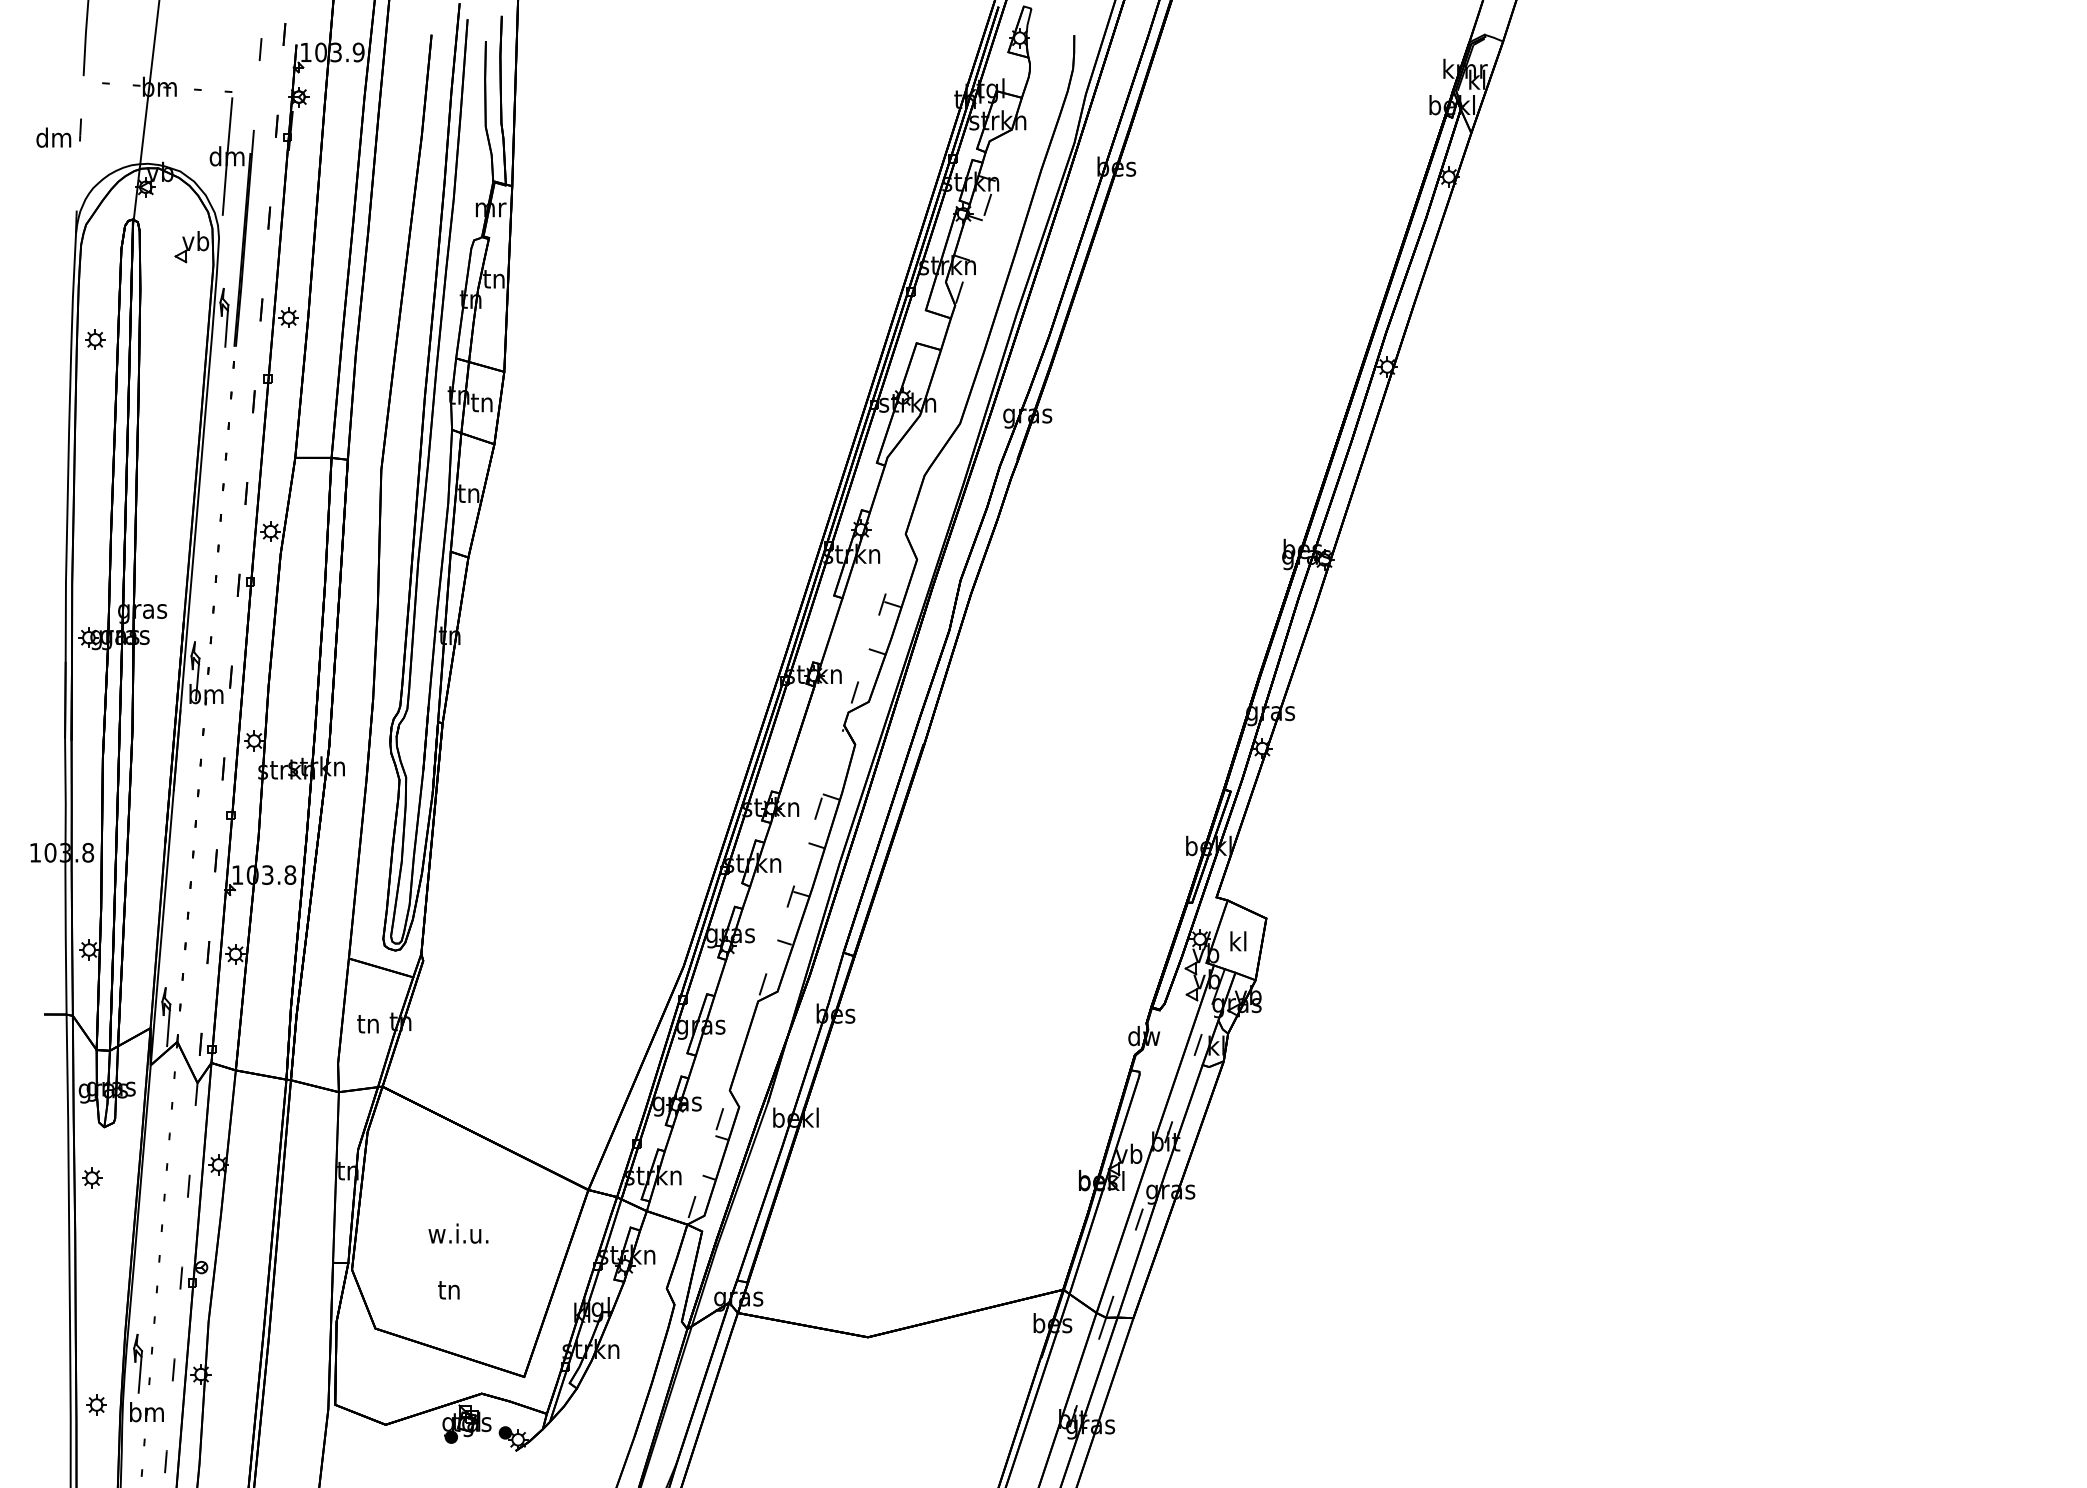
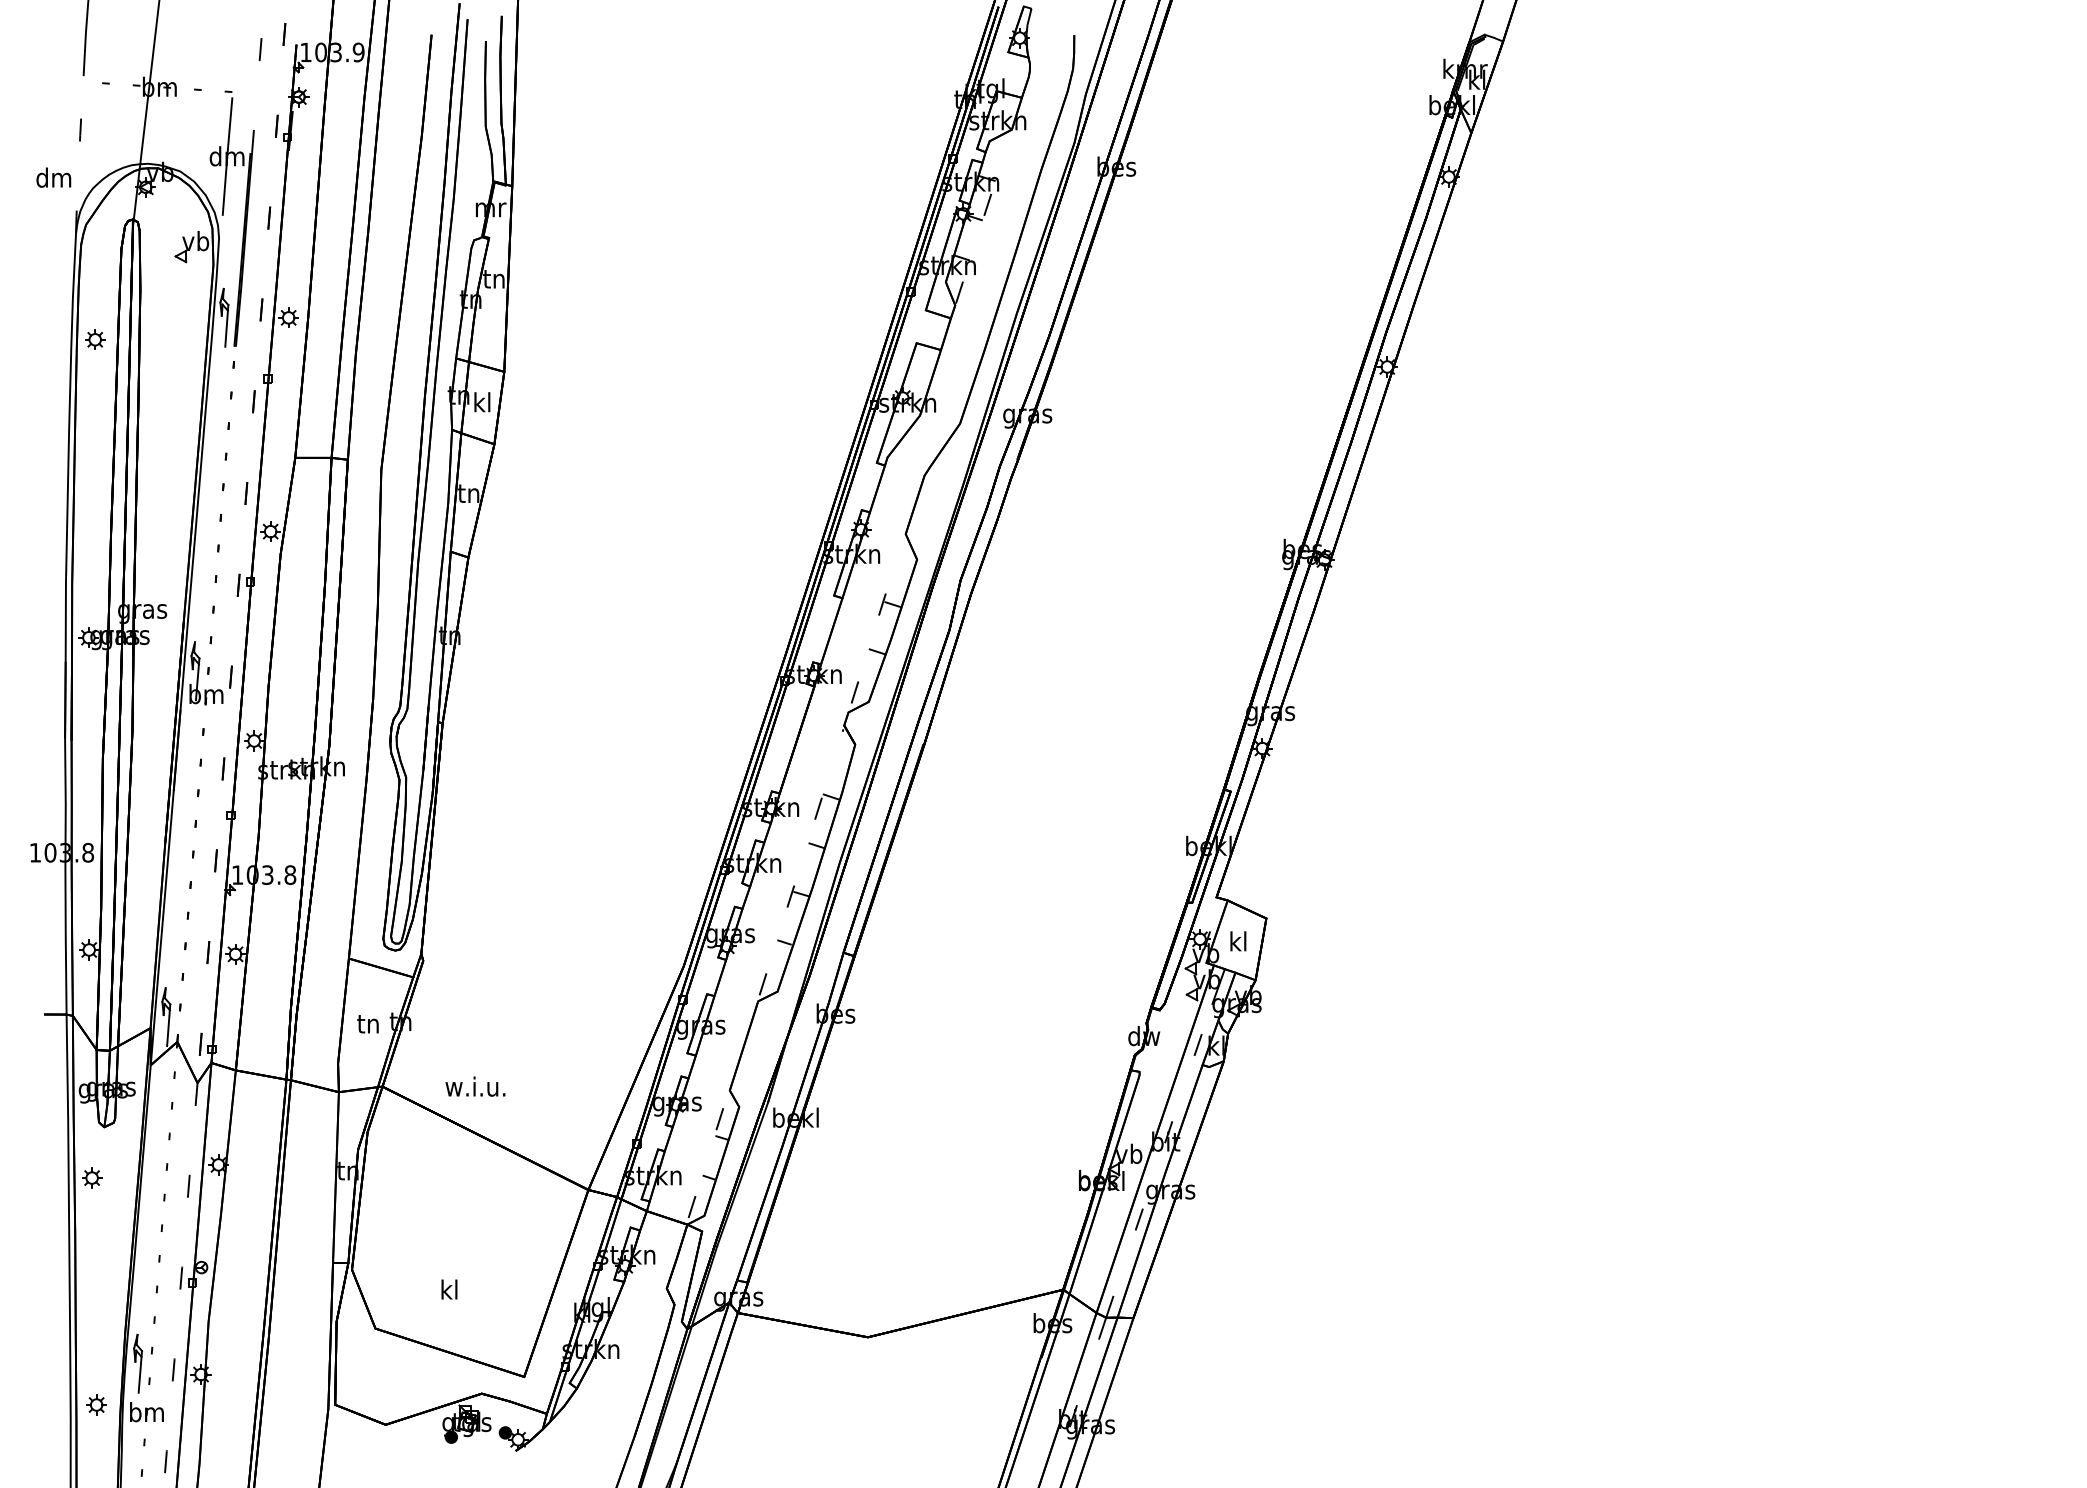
text at (53, 137) position: (53, 137) -> (53, 177)
text at (481, 402): tn -> kl
text at (458, 1233) position: (458, 1233) -> (475, 1086)
text at (448, 1289): tn -> kl
